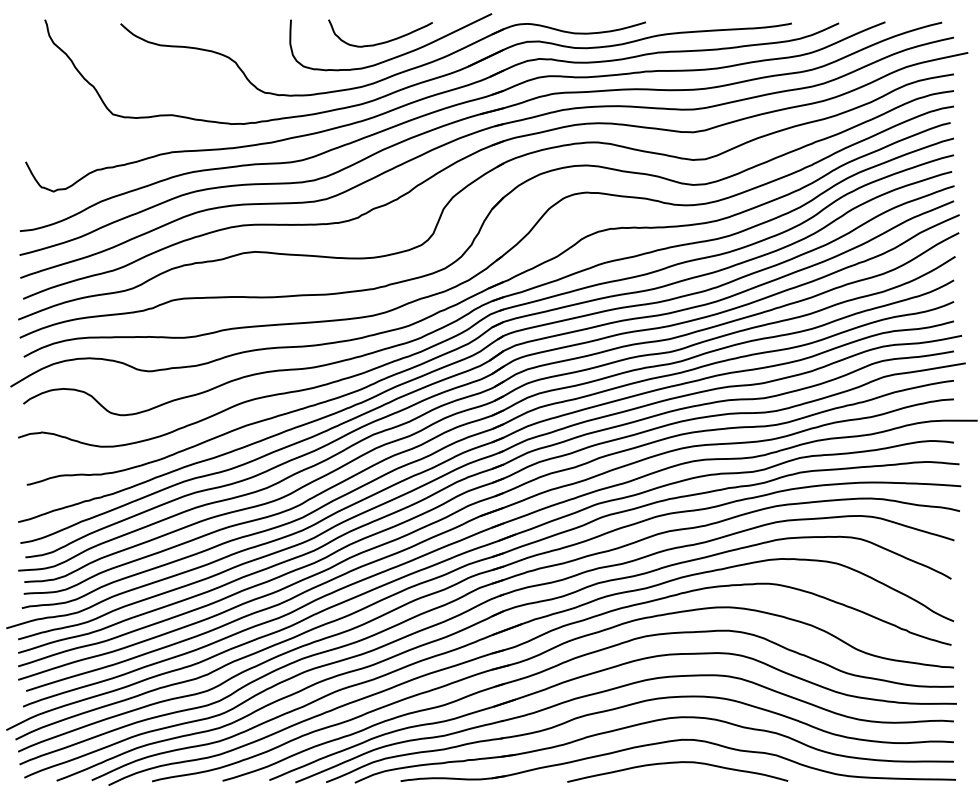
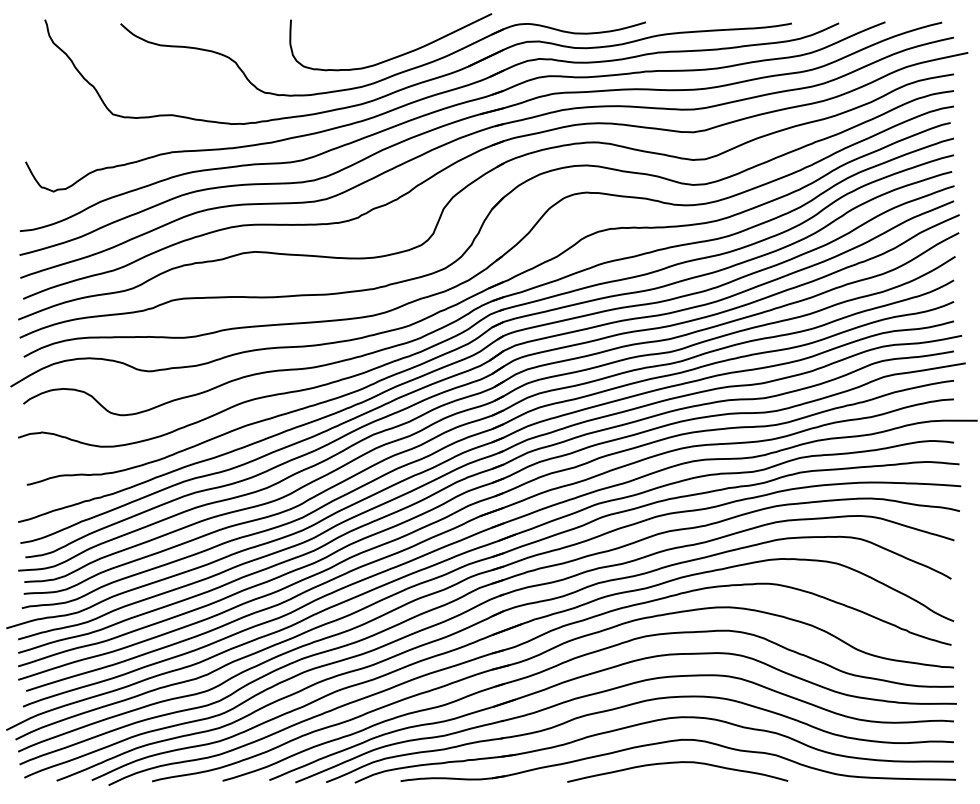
curve at (384, 41): present -> none
